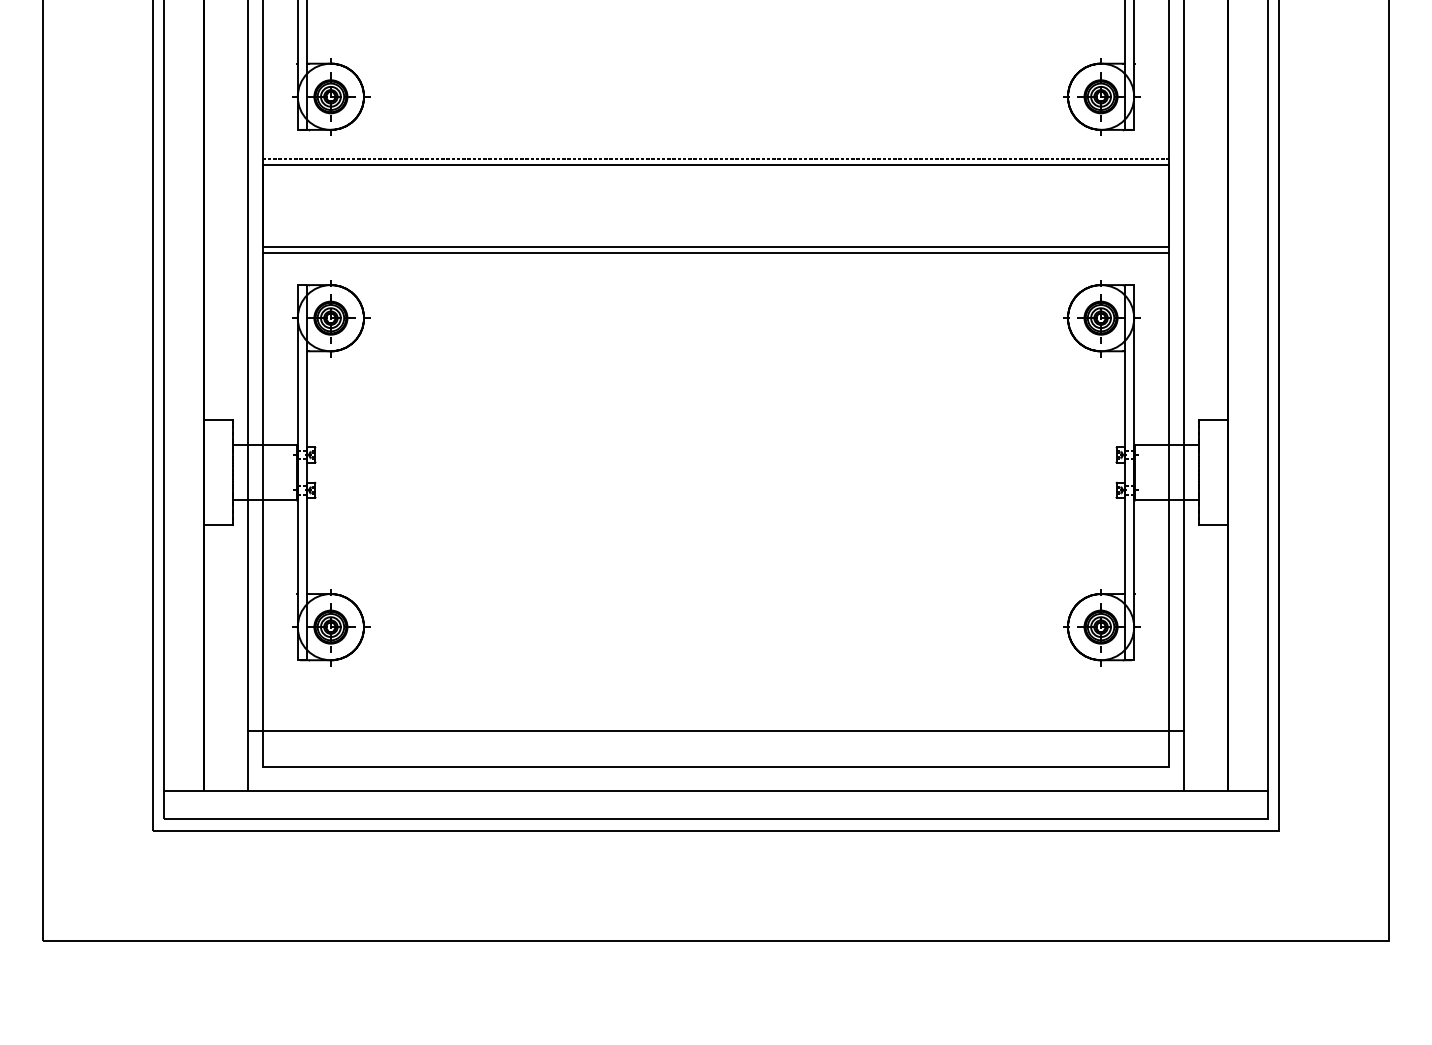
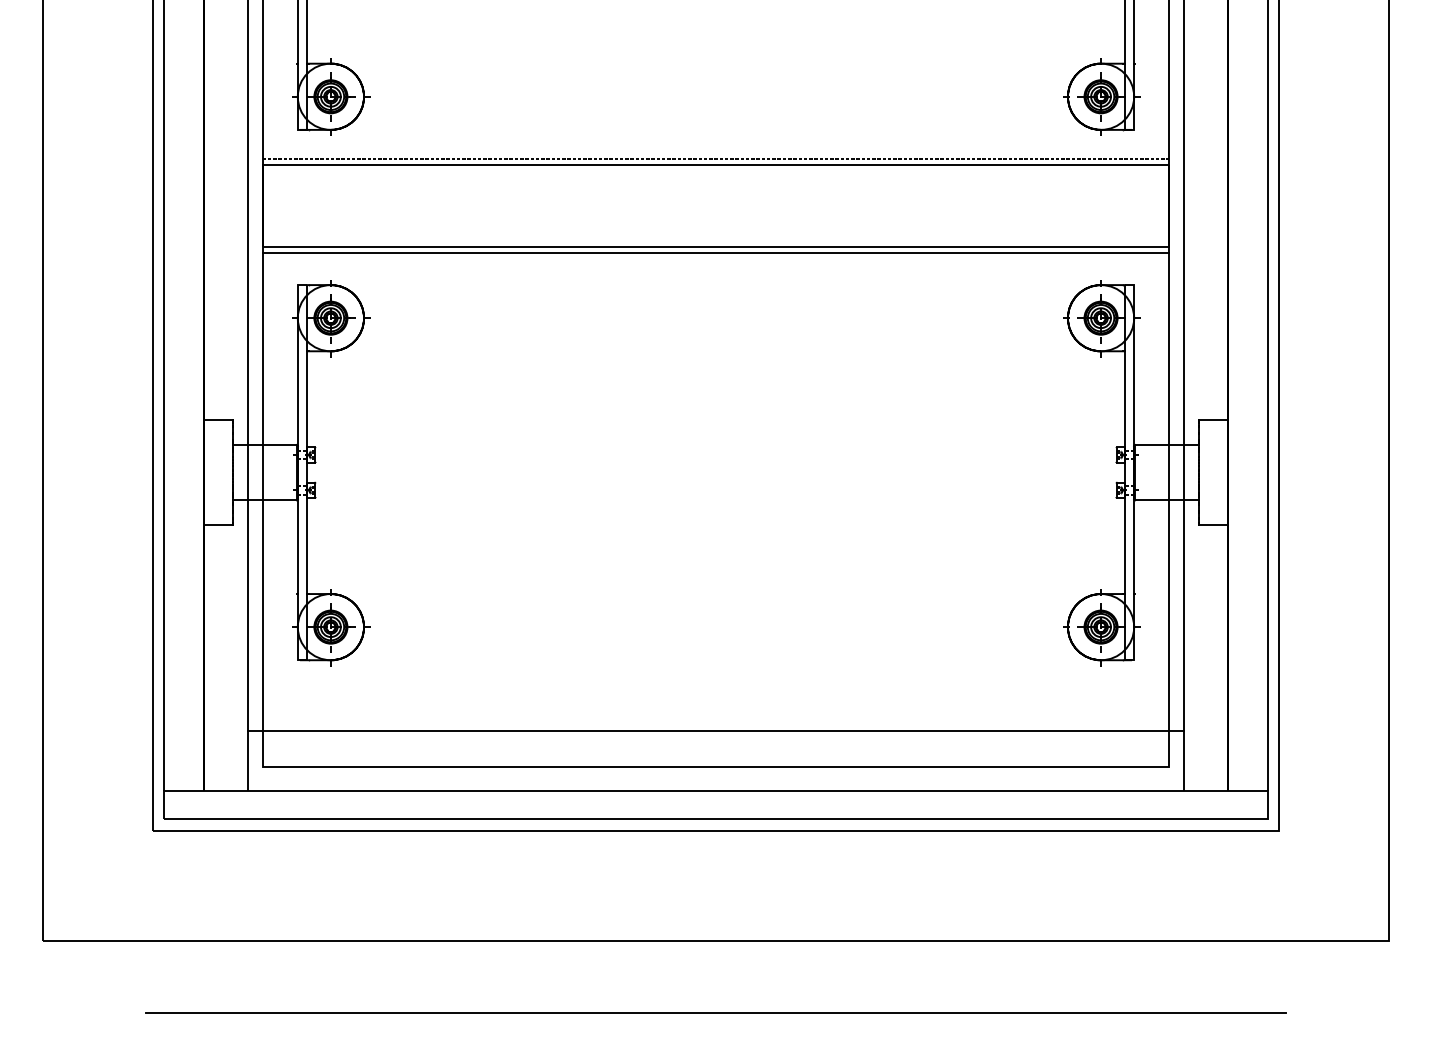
line at (715, 1013): none -> present
